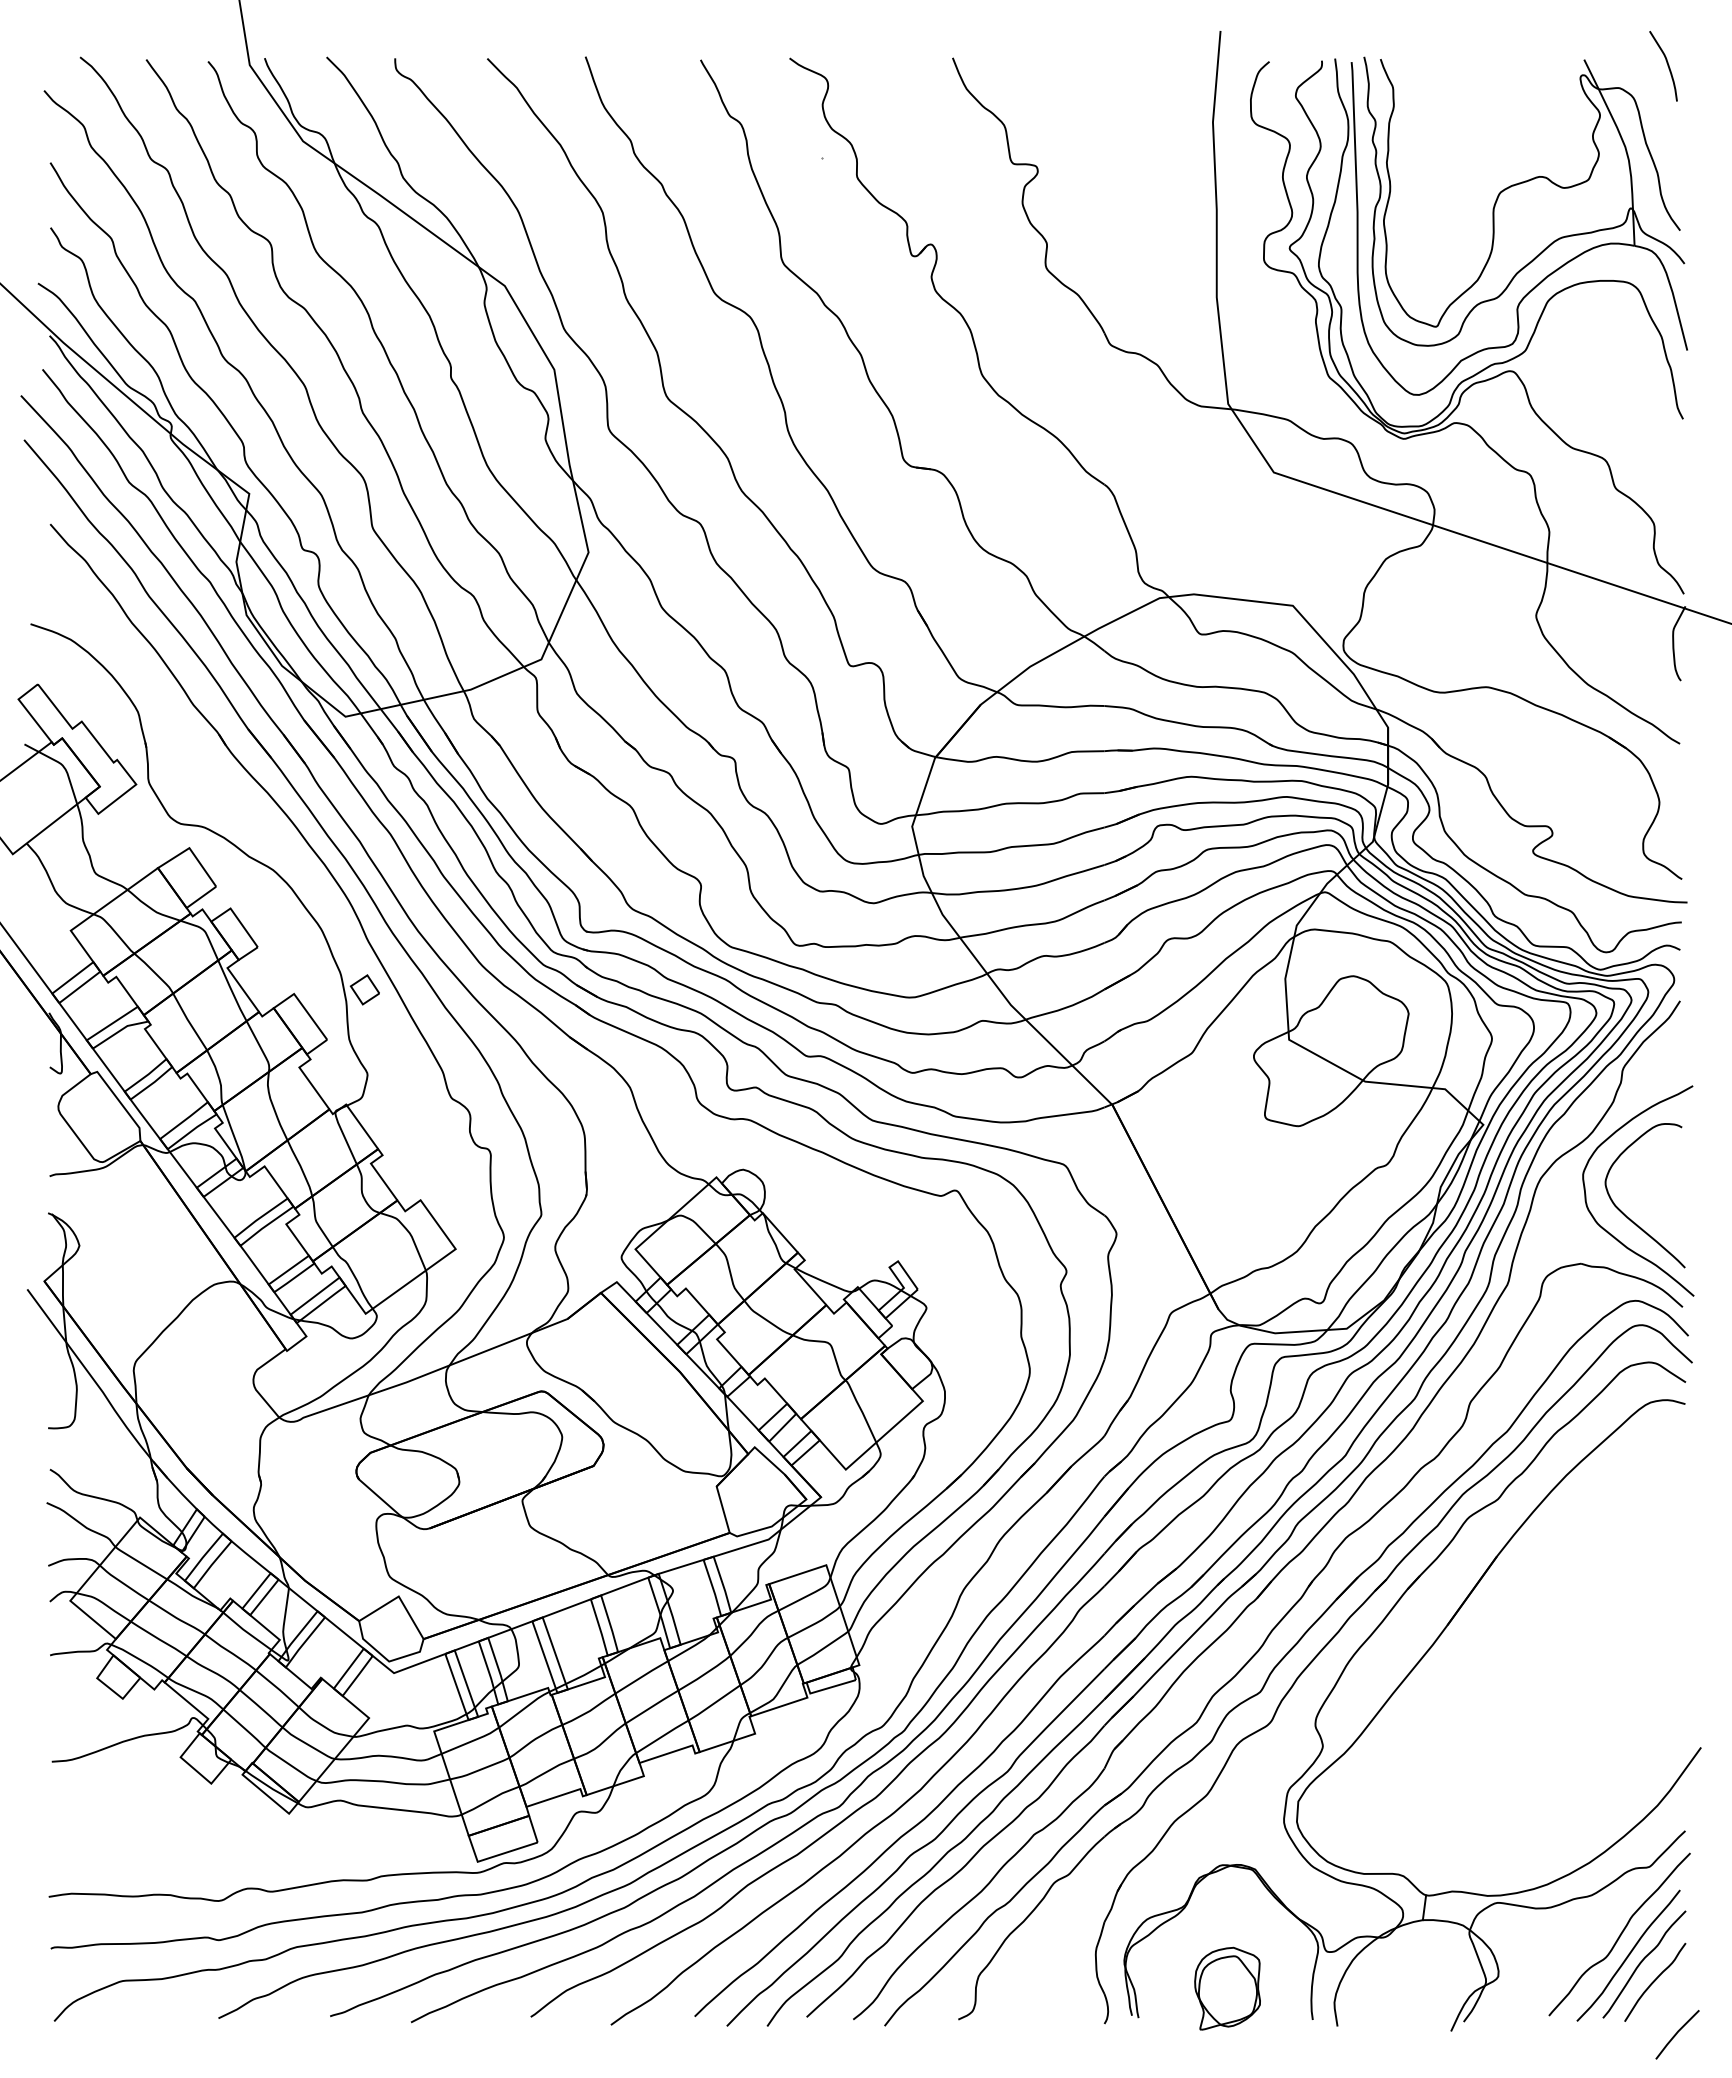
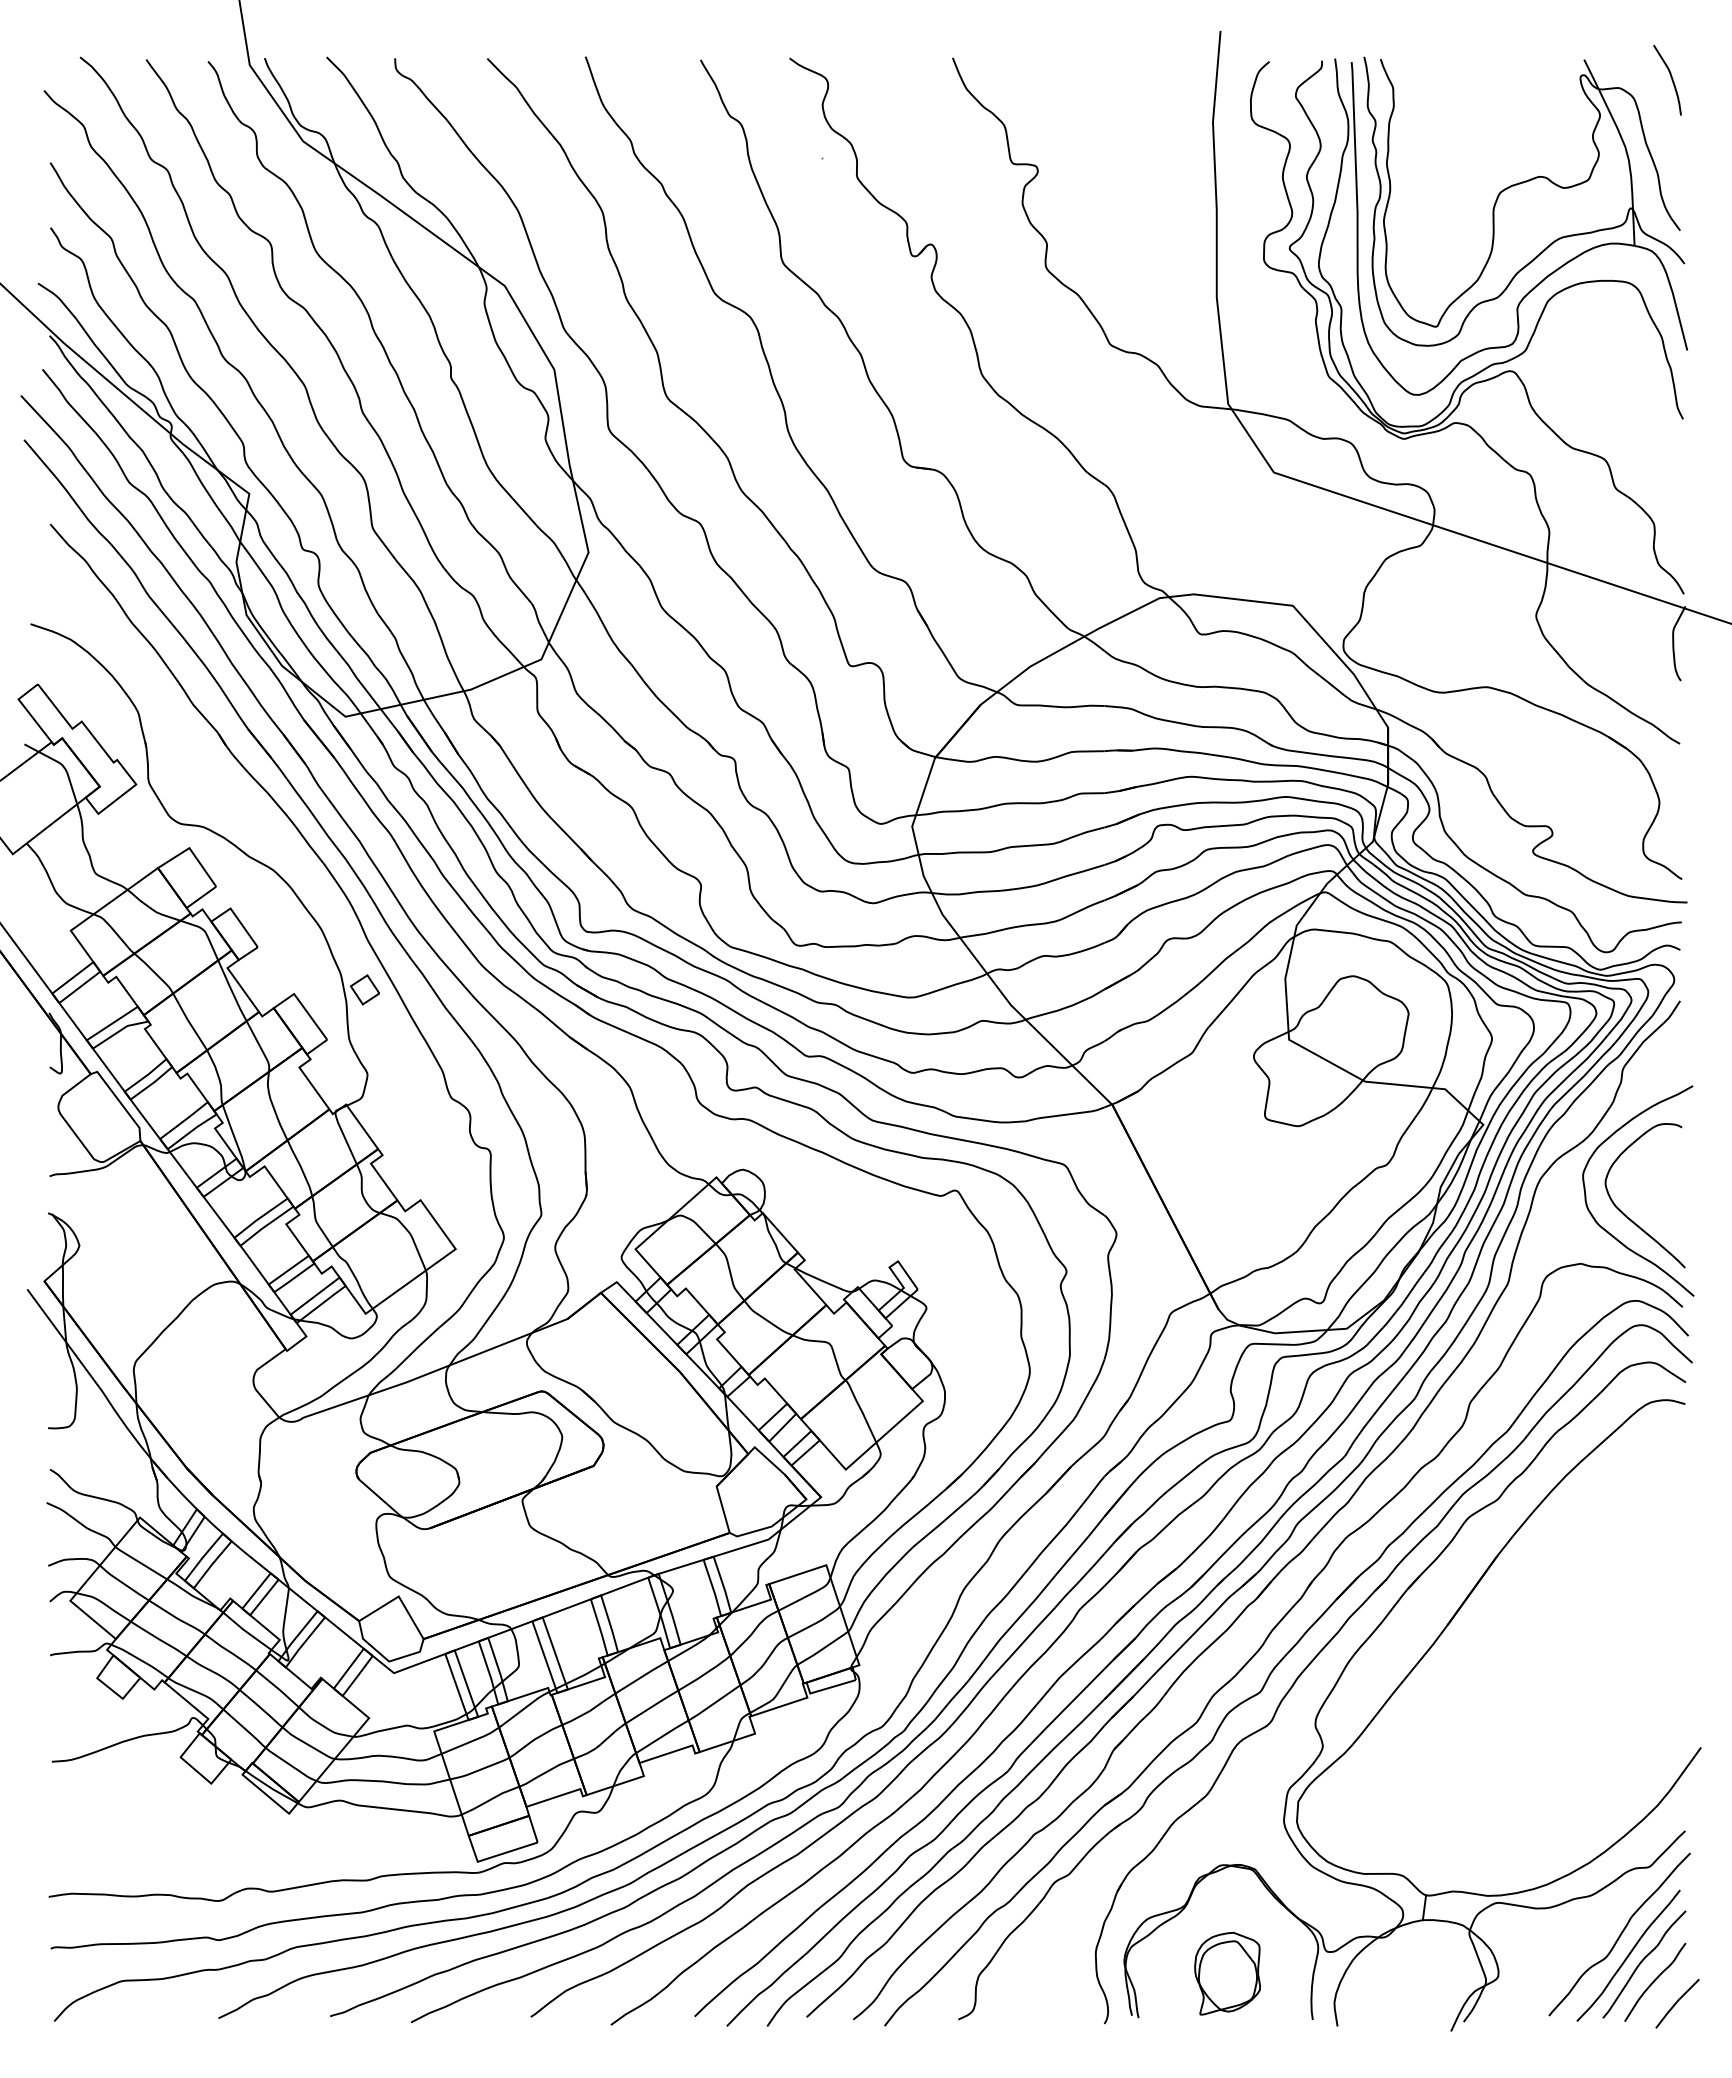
curve at (1667, 66) position: (1667, 66) -> (1671, 80)
part at (1227, 1988) position: (1227, 1988) -> (1227, 1973)
line at (1677, 2033) position: (1677, 2033) -> (1677, 2002)
